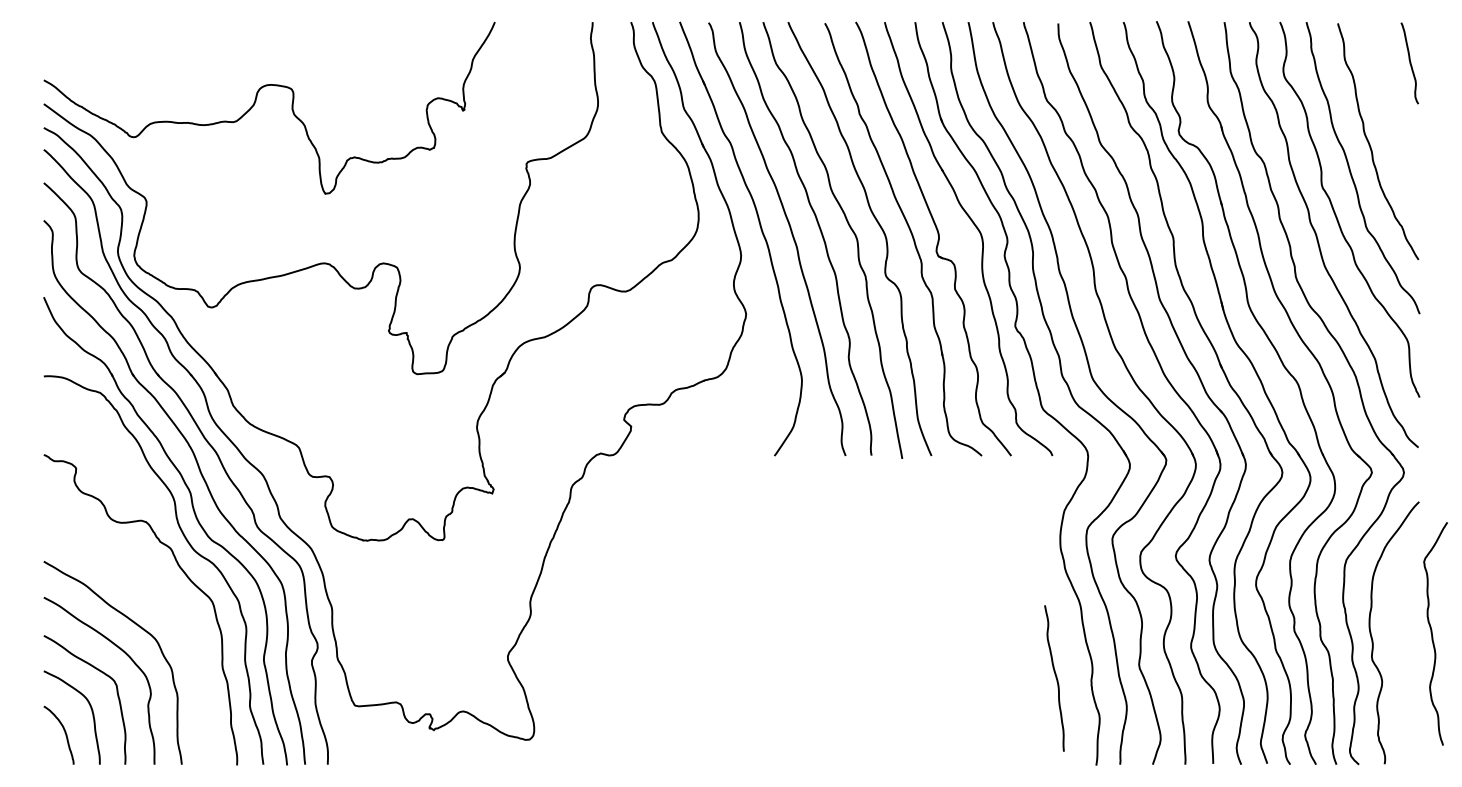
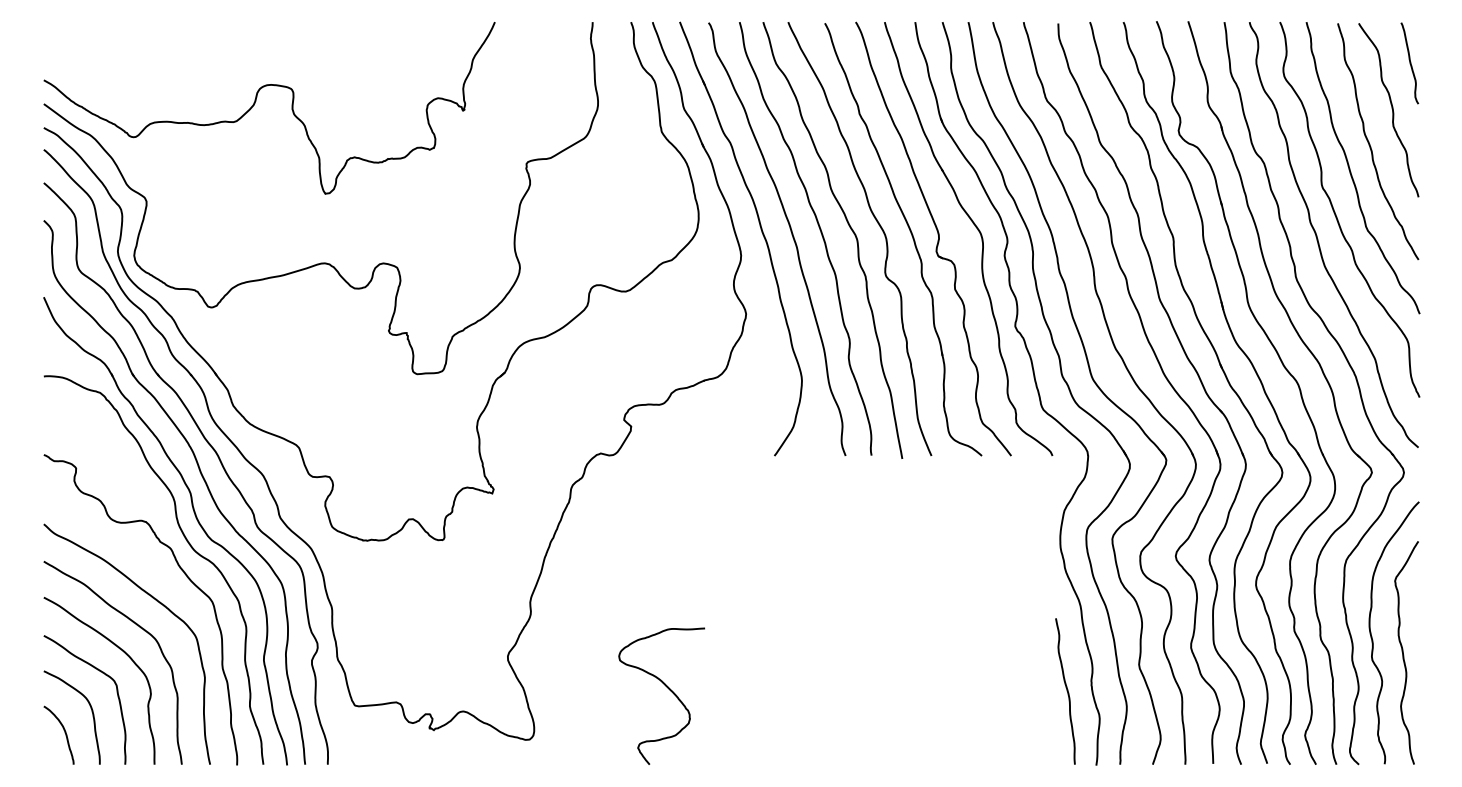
curve at (1391, 108): none -> present
curve at (156, 601): none -> present
curve at (1432, 633) position: (1432, 633) -> (1403, 652)
curve at (1055, 678) position: (1055, 678) -> (1066, 691)
curve at (667, 688): none -> present
